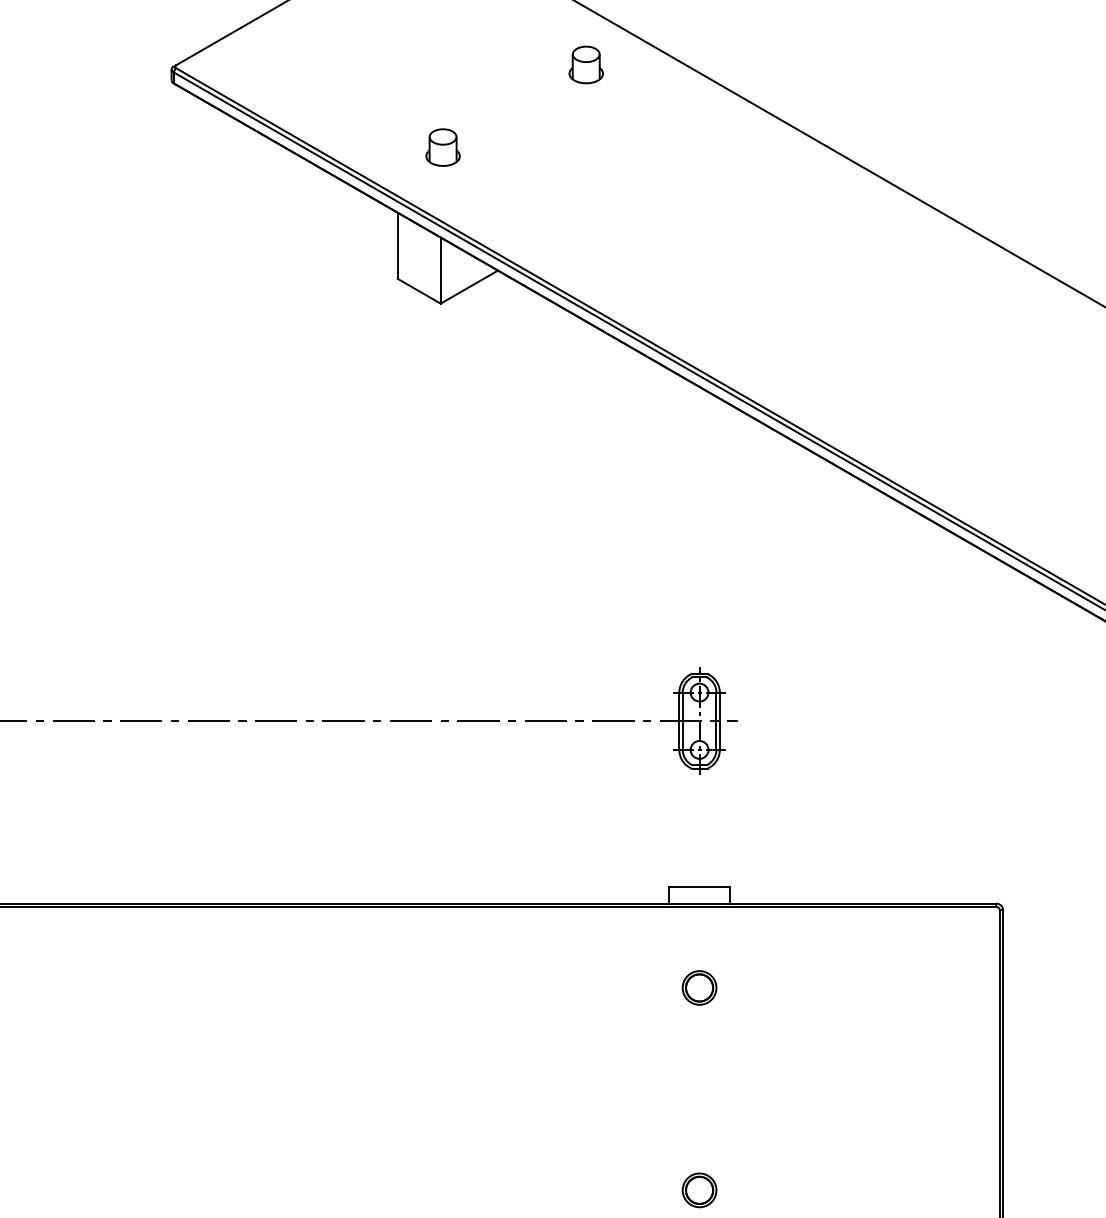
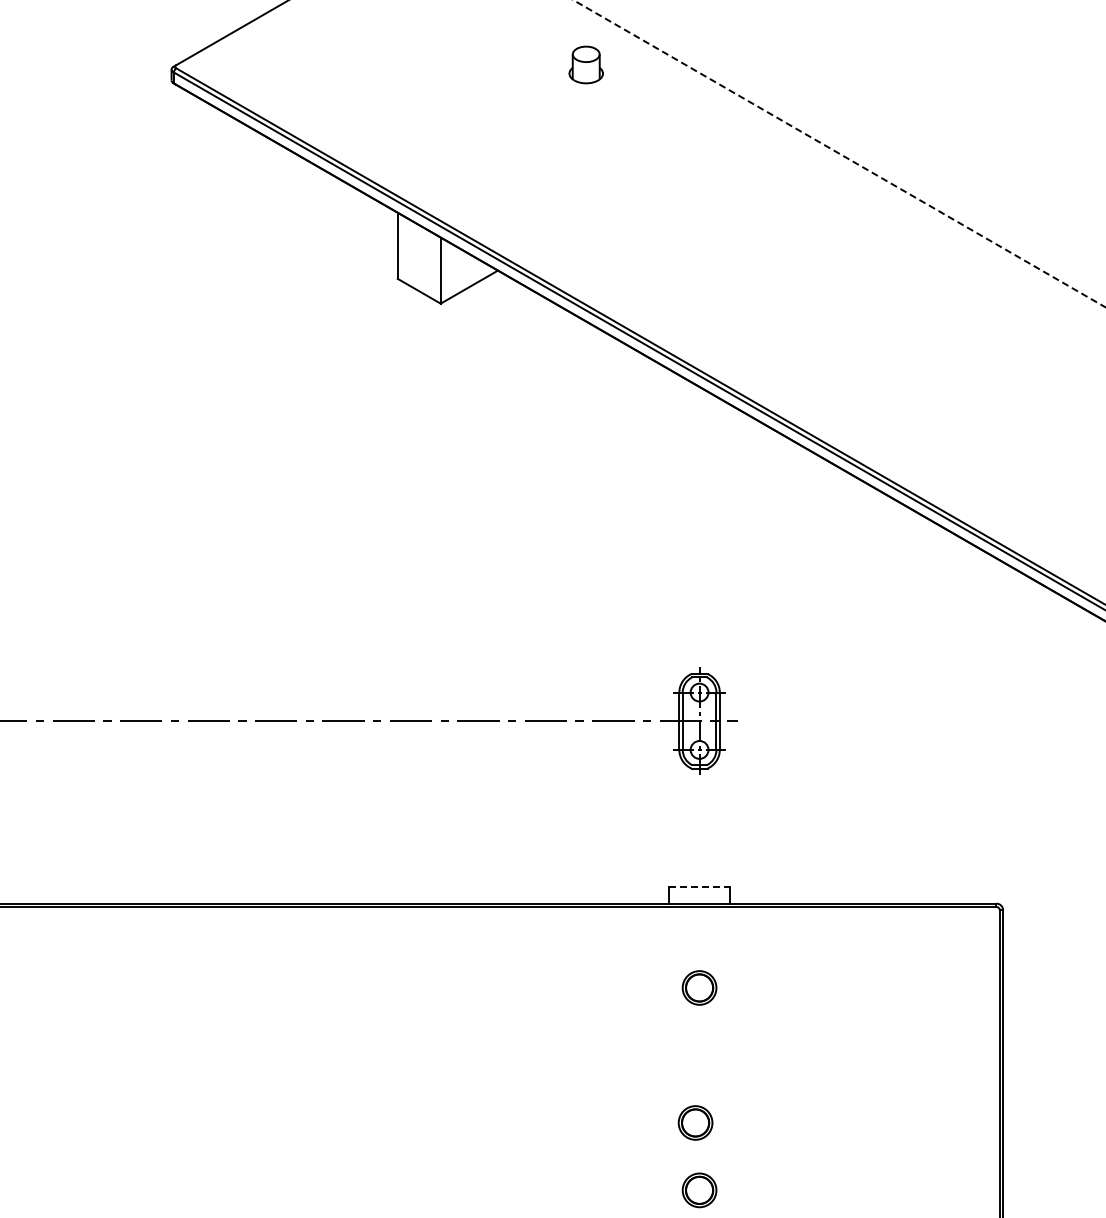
part at (442, 147): present -> none
line at (839, 153): solid -> dashed
line at (700, 886): solid -> dashed
part at (695, 1122): none -> present
